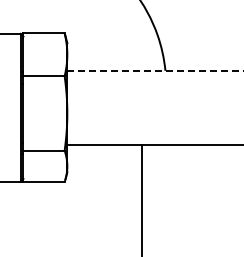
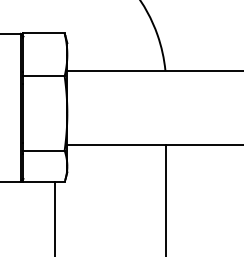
line at (156, 70): dashed -> solid
line at (142, 198) position: (142, 198) -> (166, 198)
line at (55, 217): none -> present
